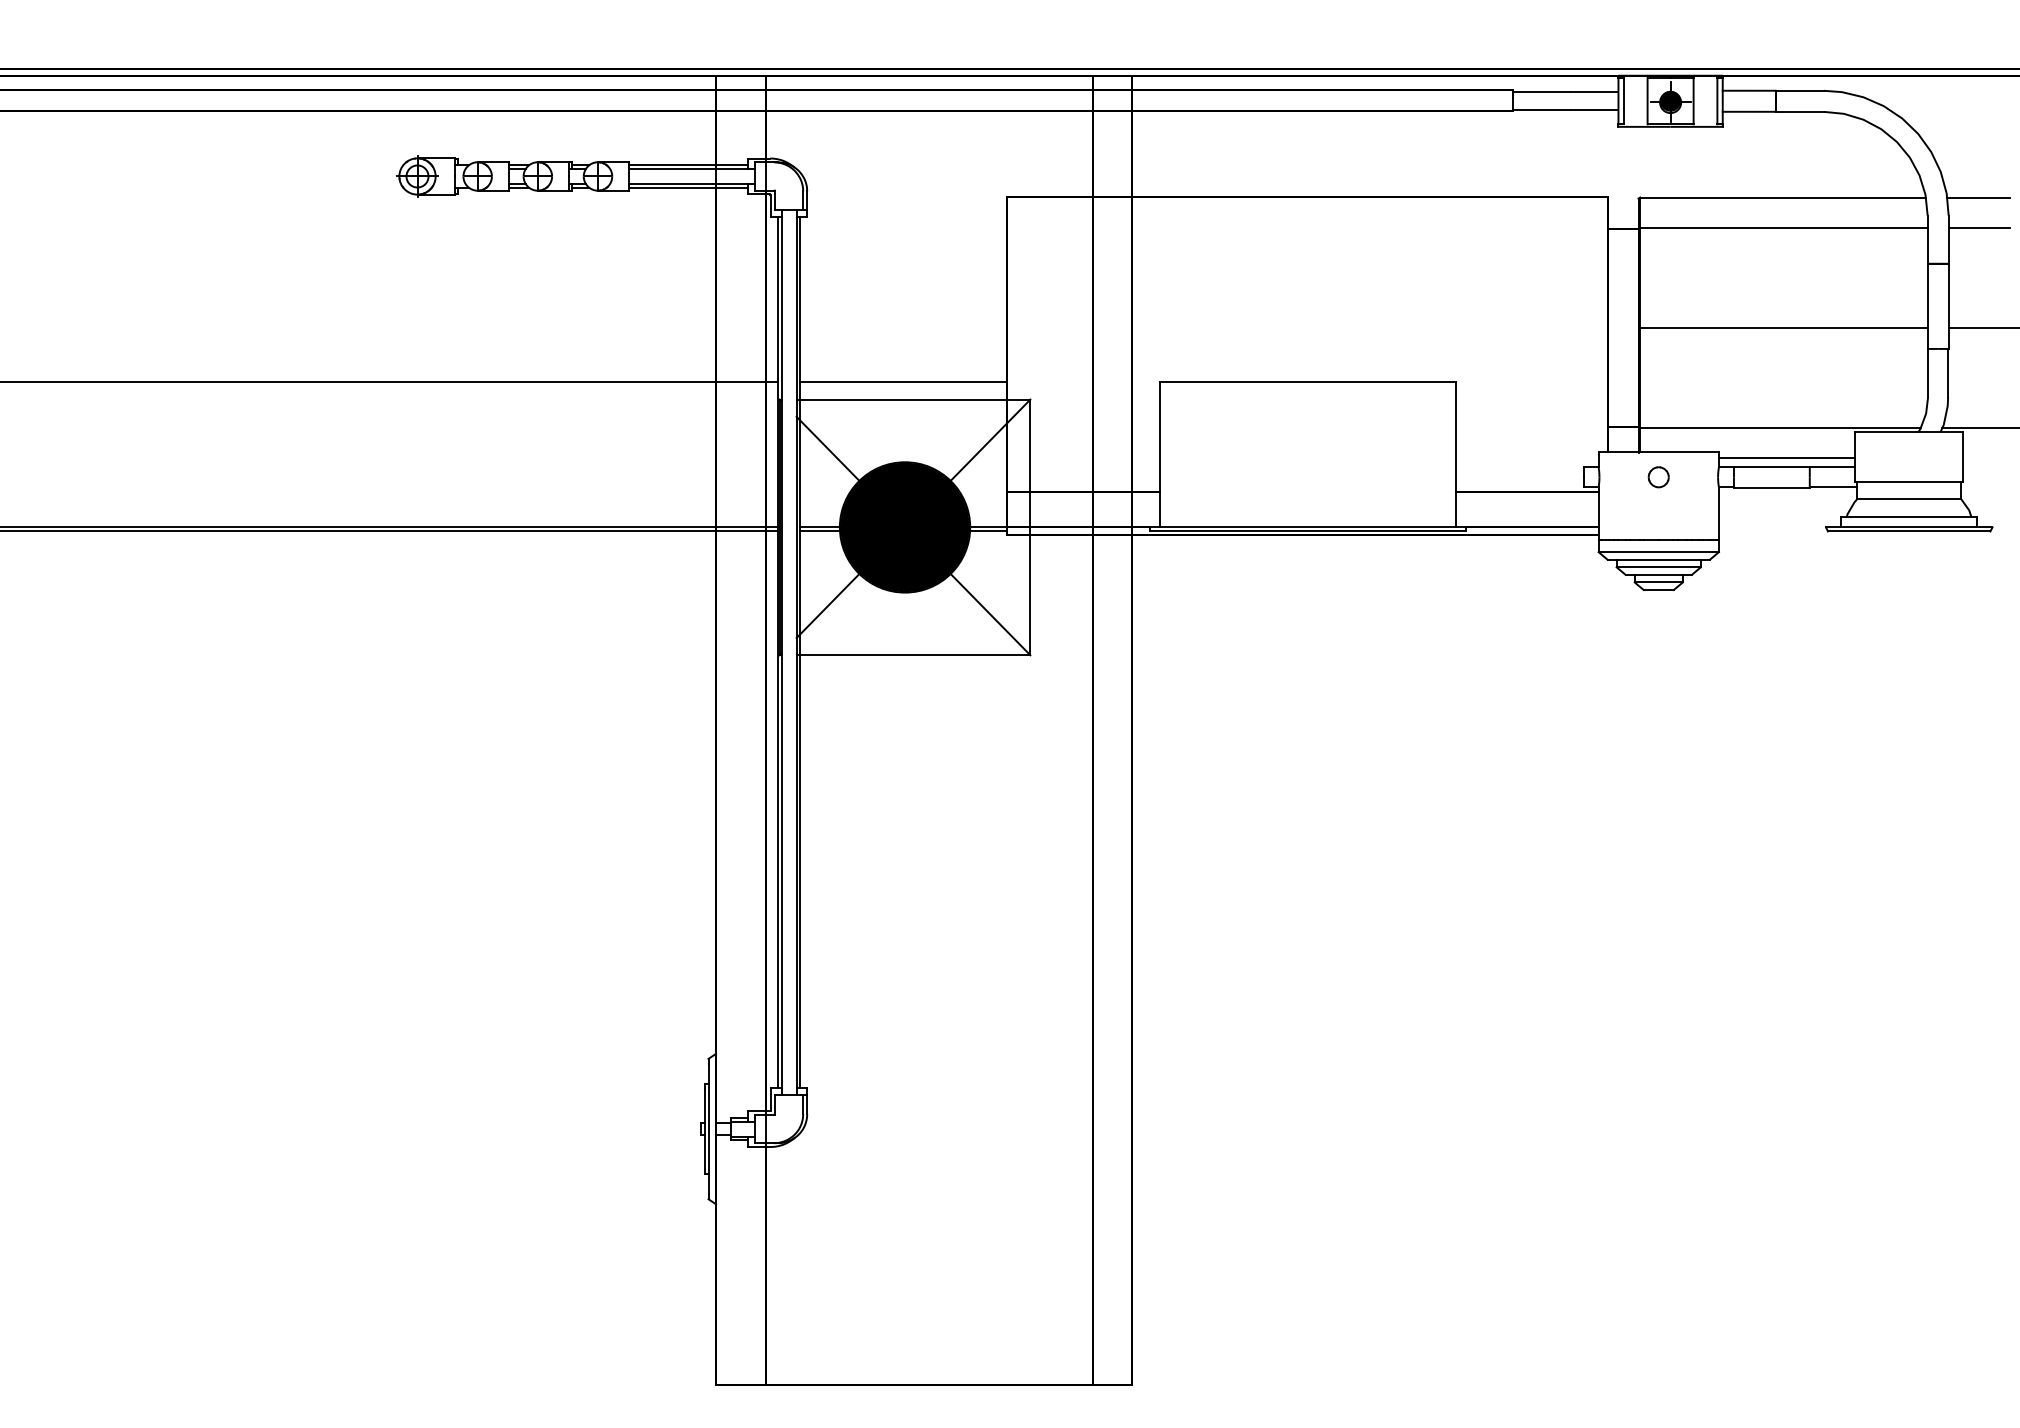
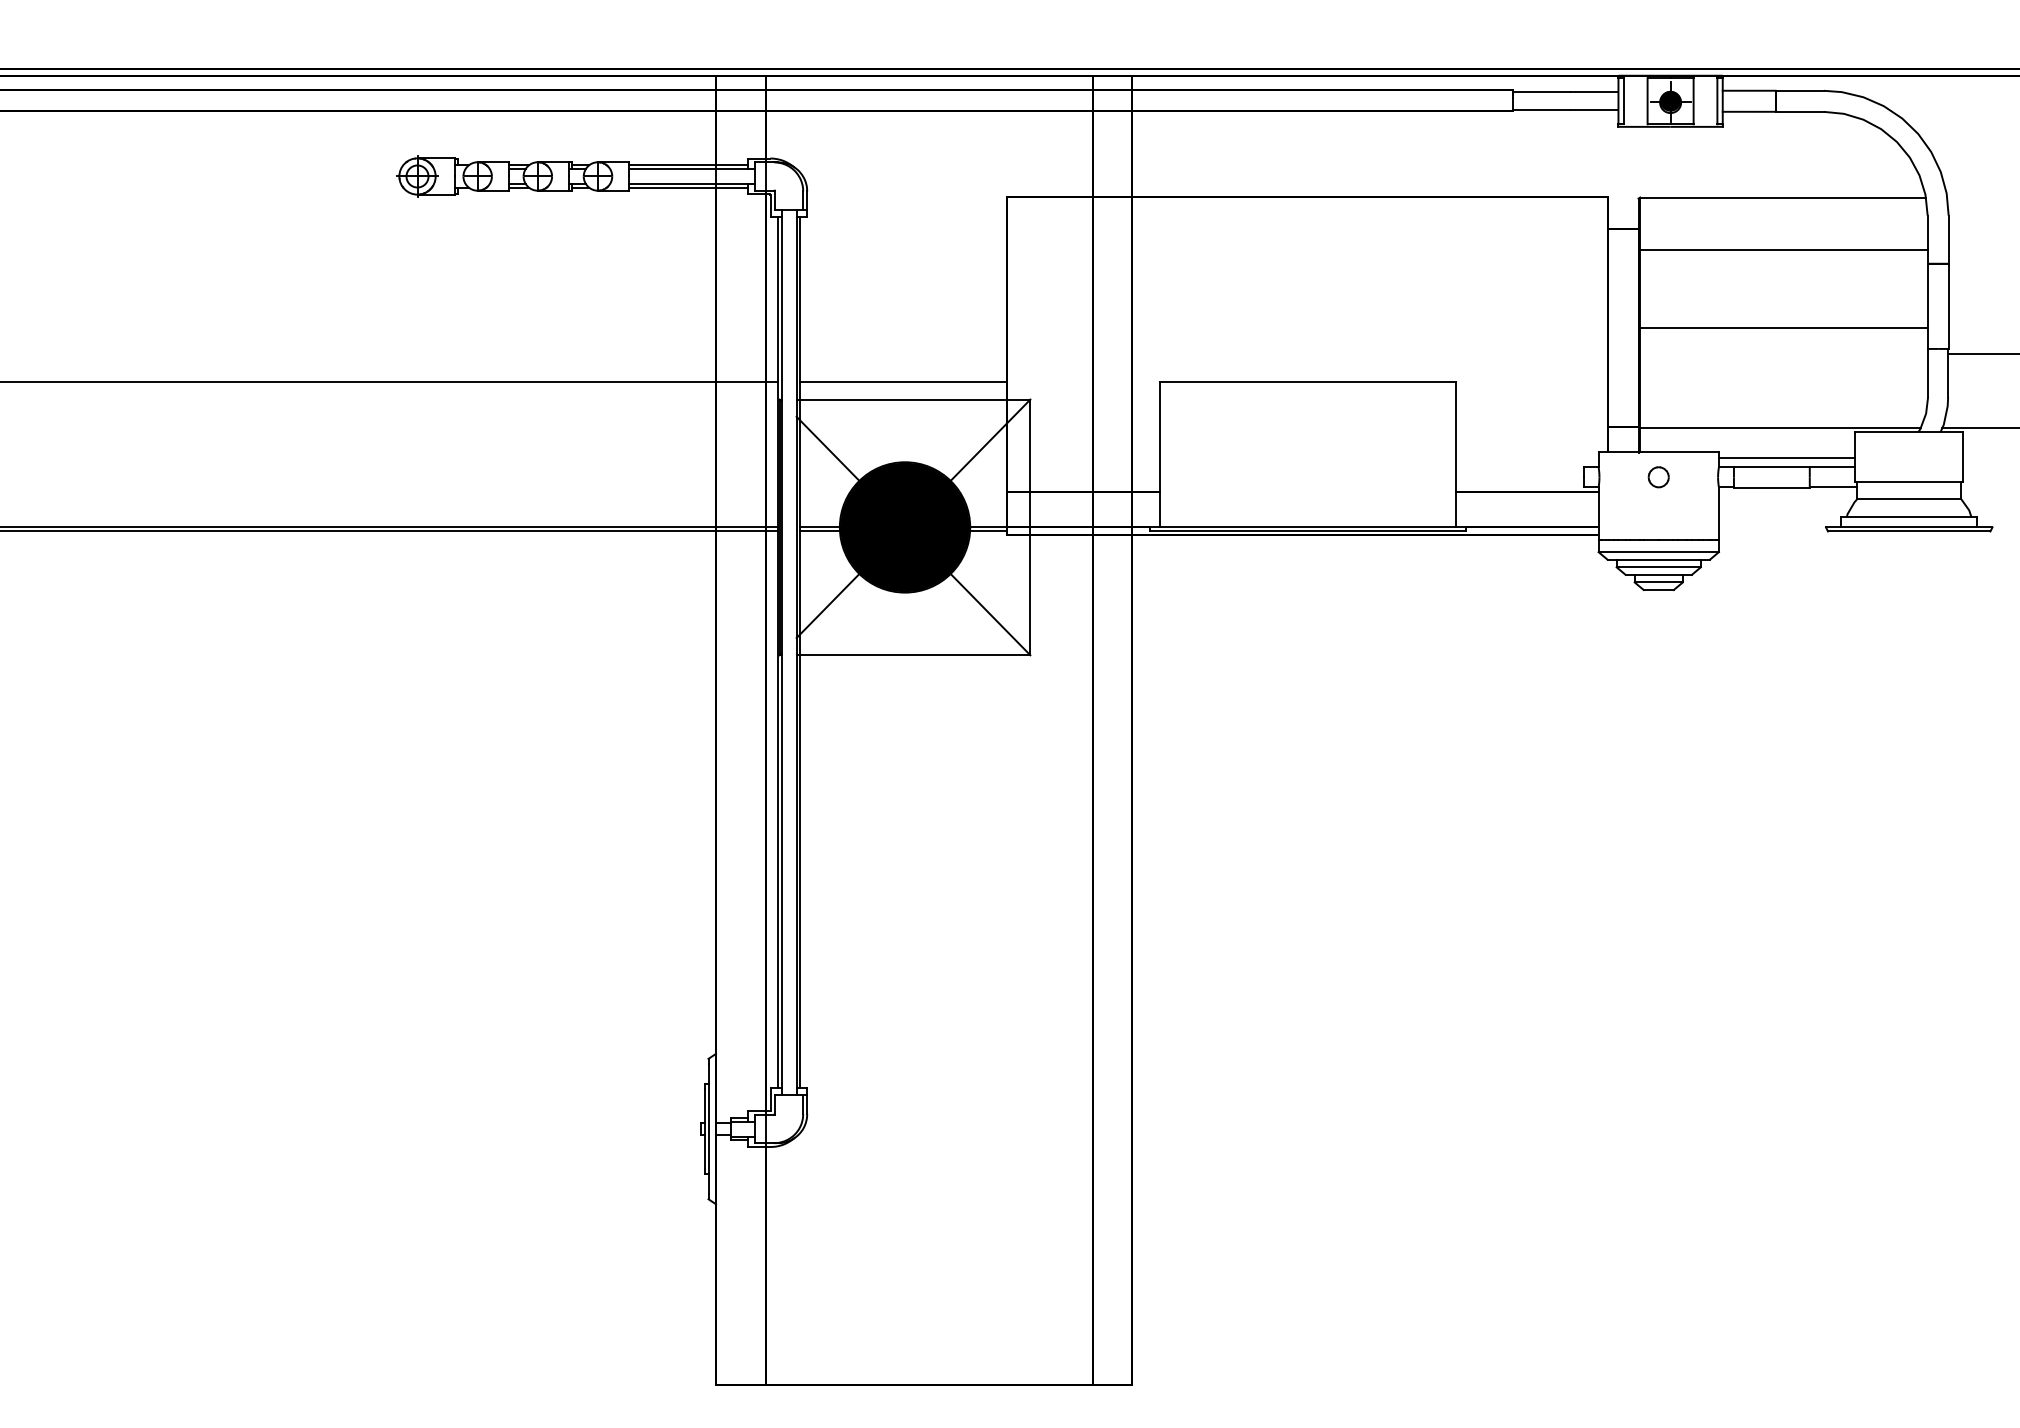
line at (1978, 197): present -> none
line at (1783, 227) position: (1783, 227) -> (1783, 249)
line at (1978, 227): present -> none
line at (1982, 327) position: (1982, 327) -> (1982, 353)
